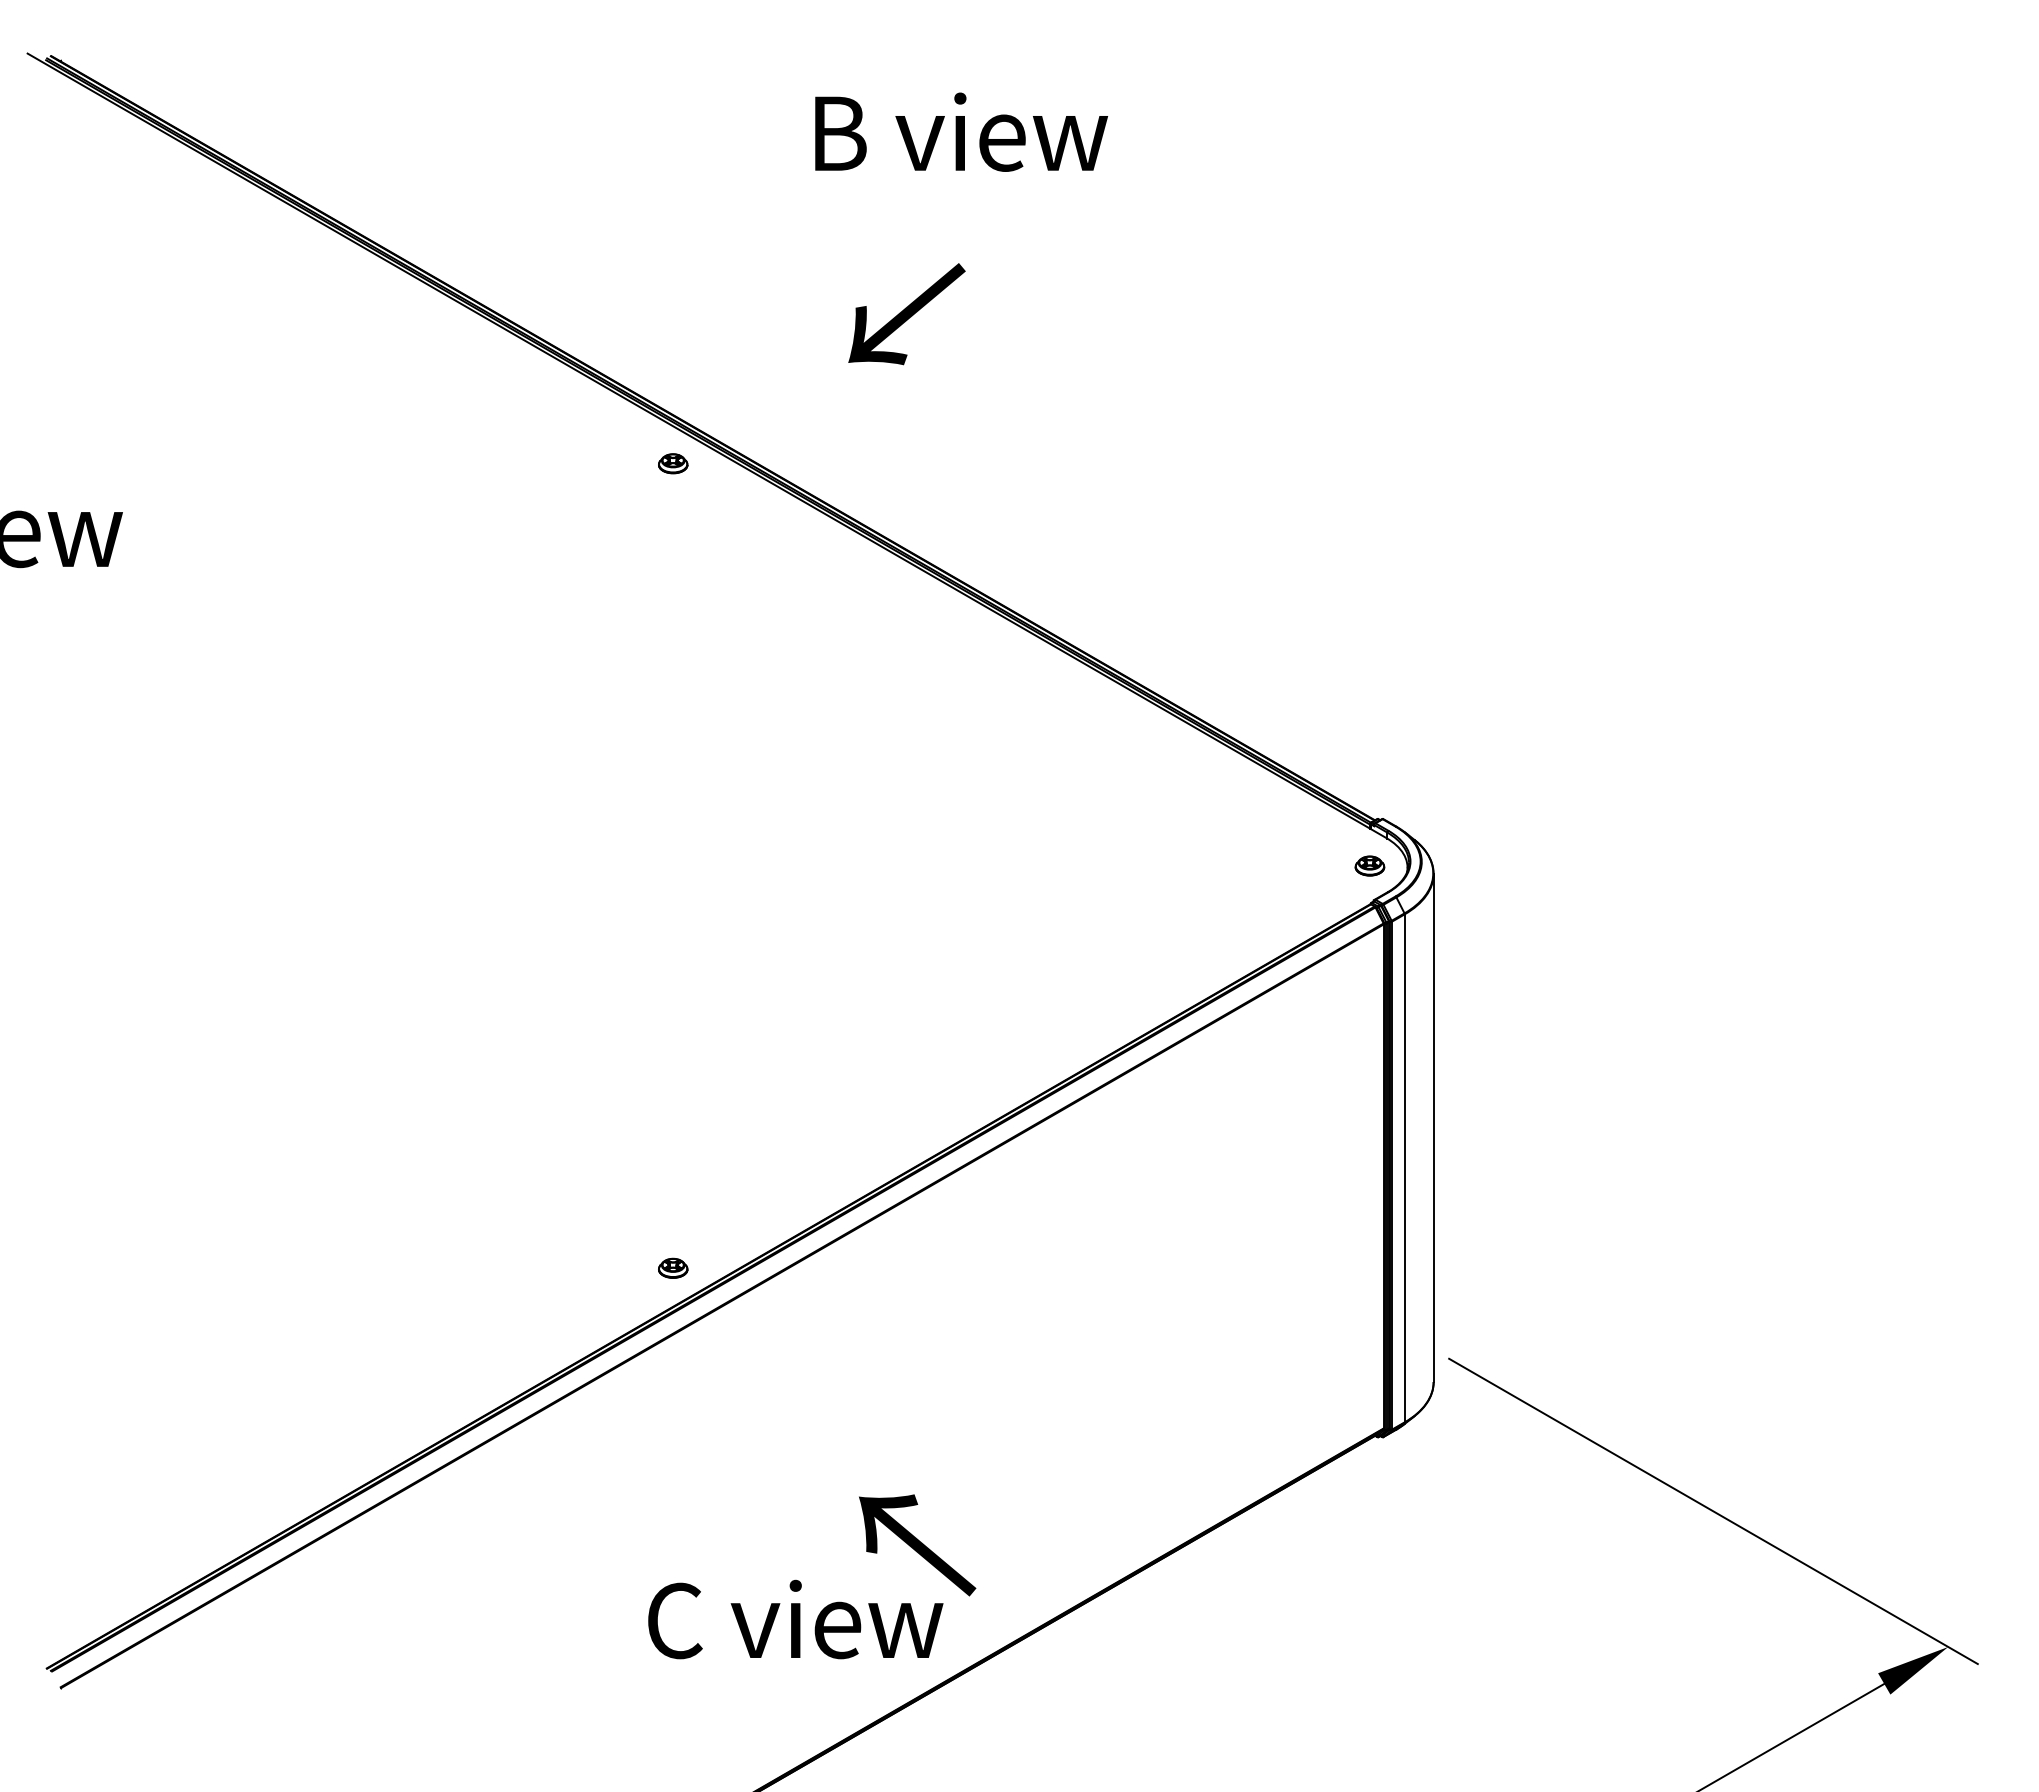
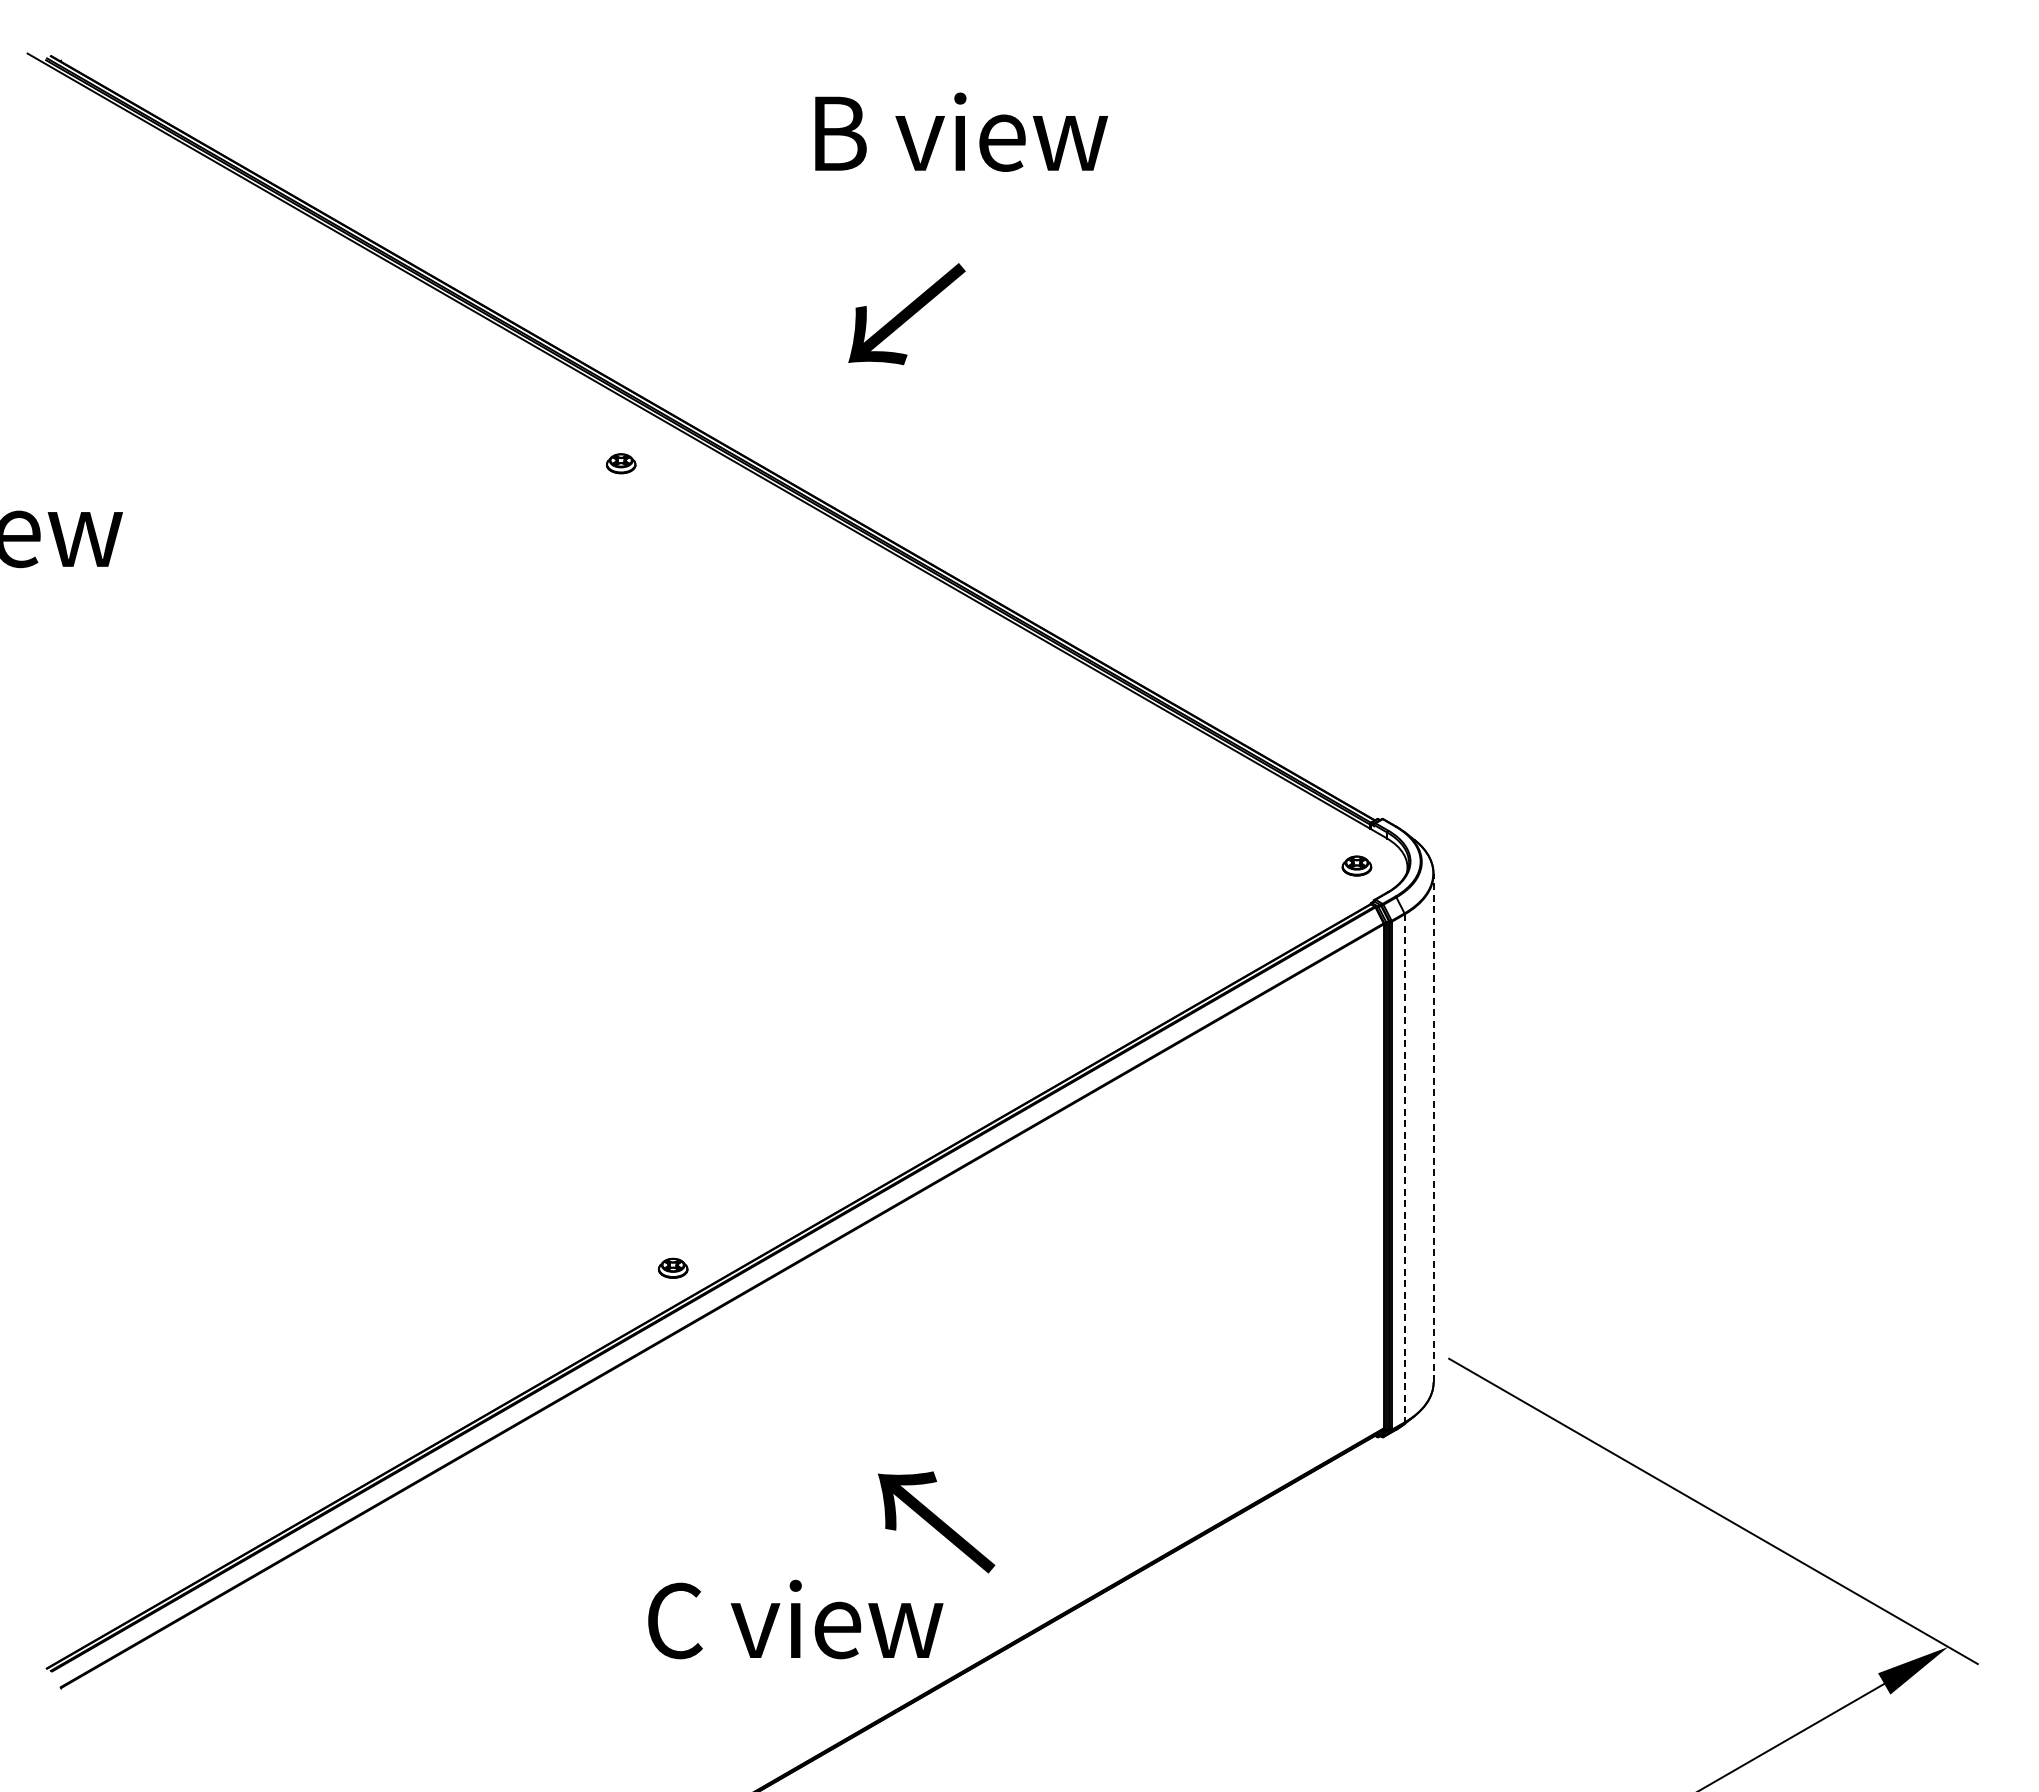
part at (673, 463) position: (673, 463) -> (621, 463)
part at (1369, 865) position: (1369, 865) -> (1356, 865)
line at (1433, 1127): solid -> dashed
line at (1404, 1168): solid -> dashed
text at (917, 1545) position: (917, 1545) -> (936, 1522)
